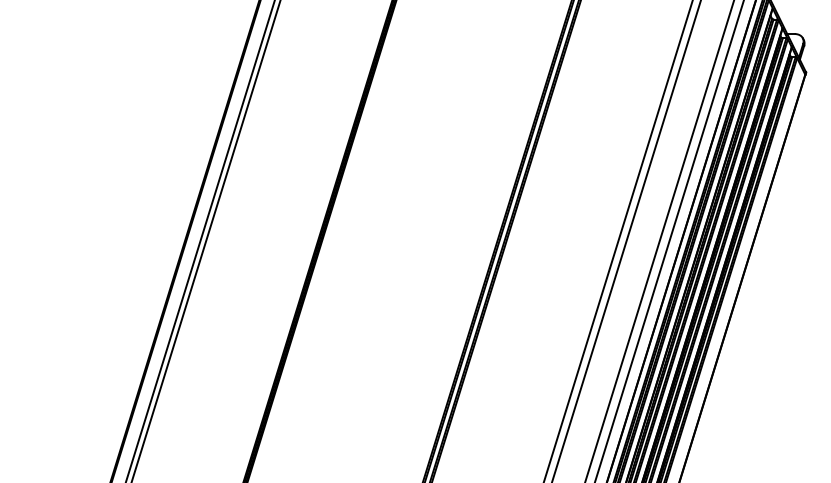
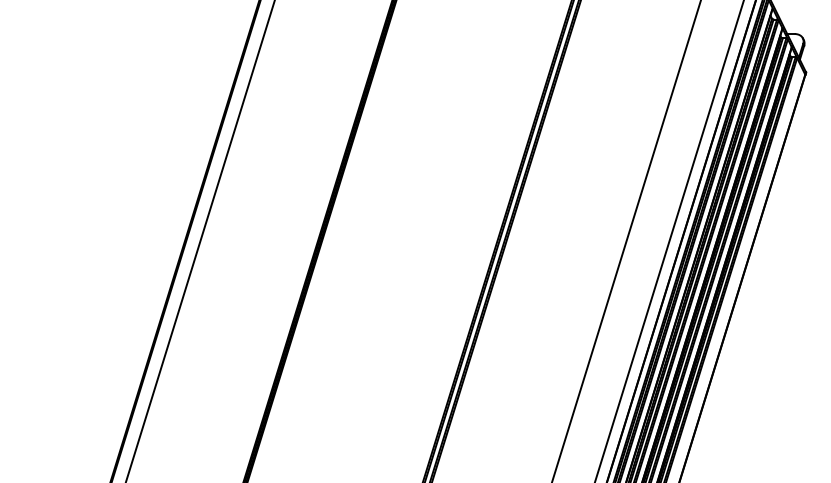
line at (205, 240): present -> none
line at (618, 240): present -> none
line at (659, 240): present -> none
